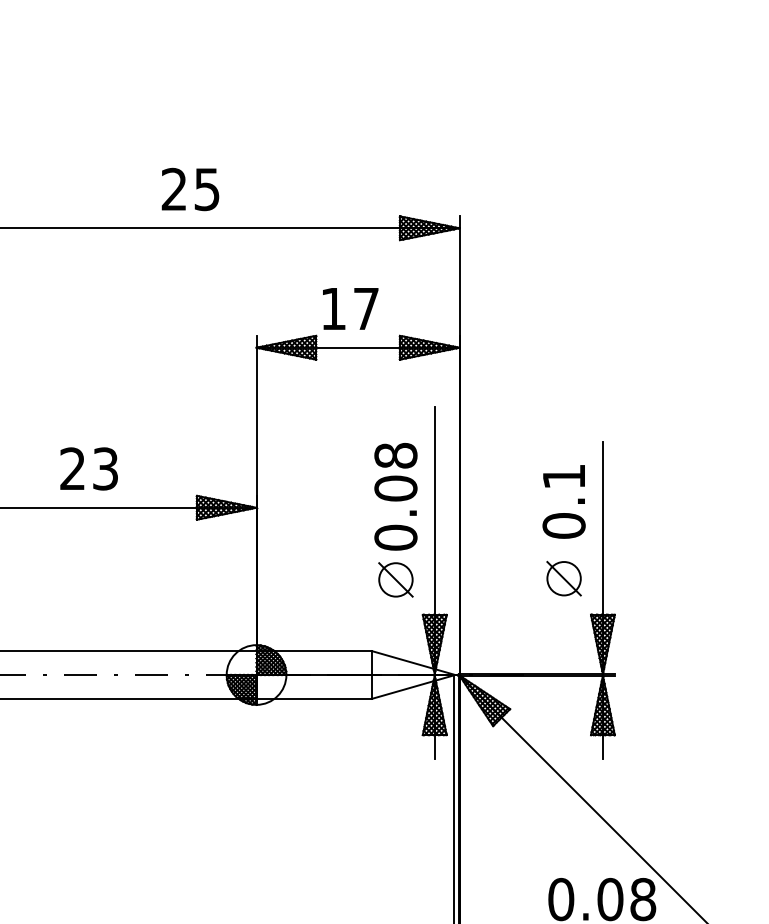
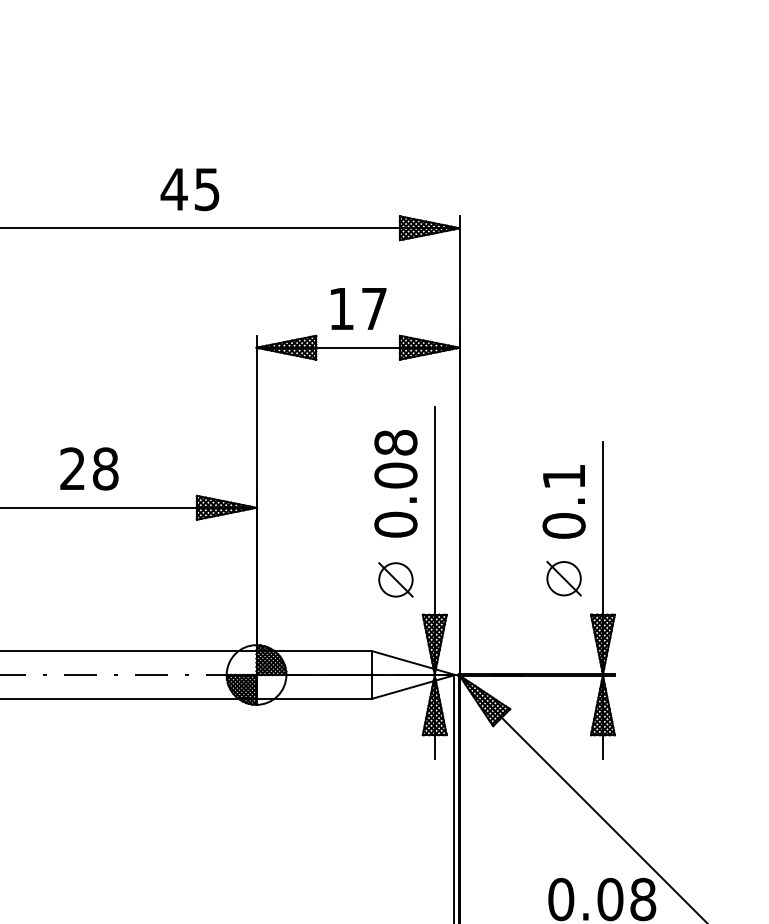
text at (173, 188): 25 -> 45
text at (350, 308) position: (350, 308) -> (358, 308)
text at (105, 468): 23 -> 28
text at (395, 496) position: (395, 496) -> (395, 483)
